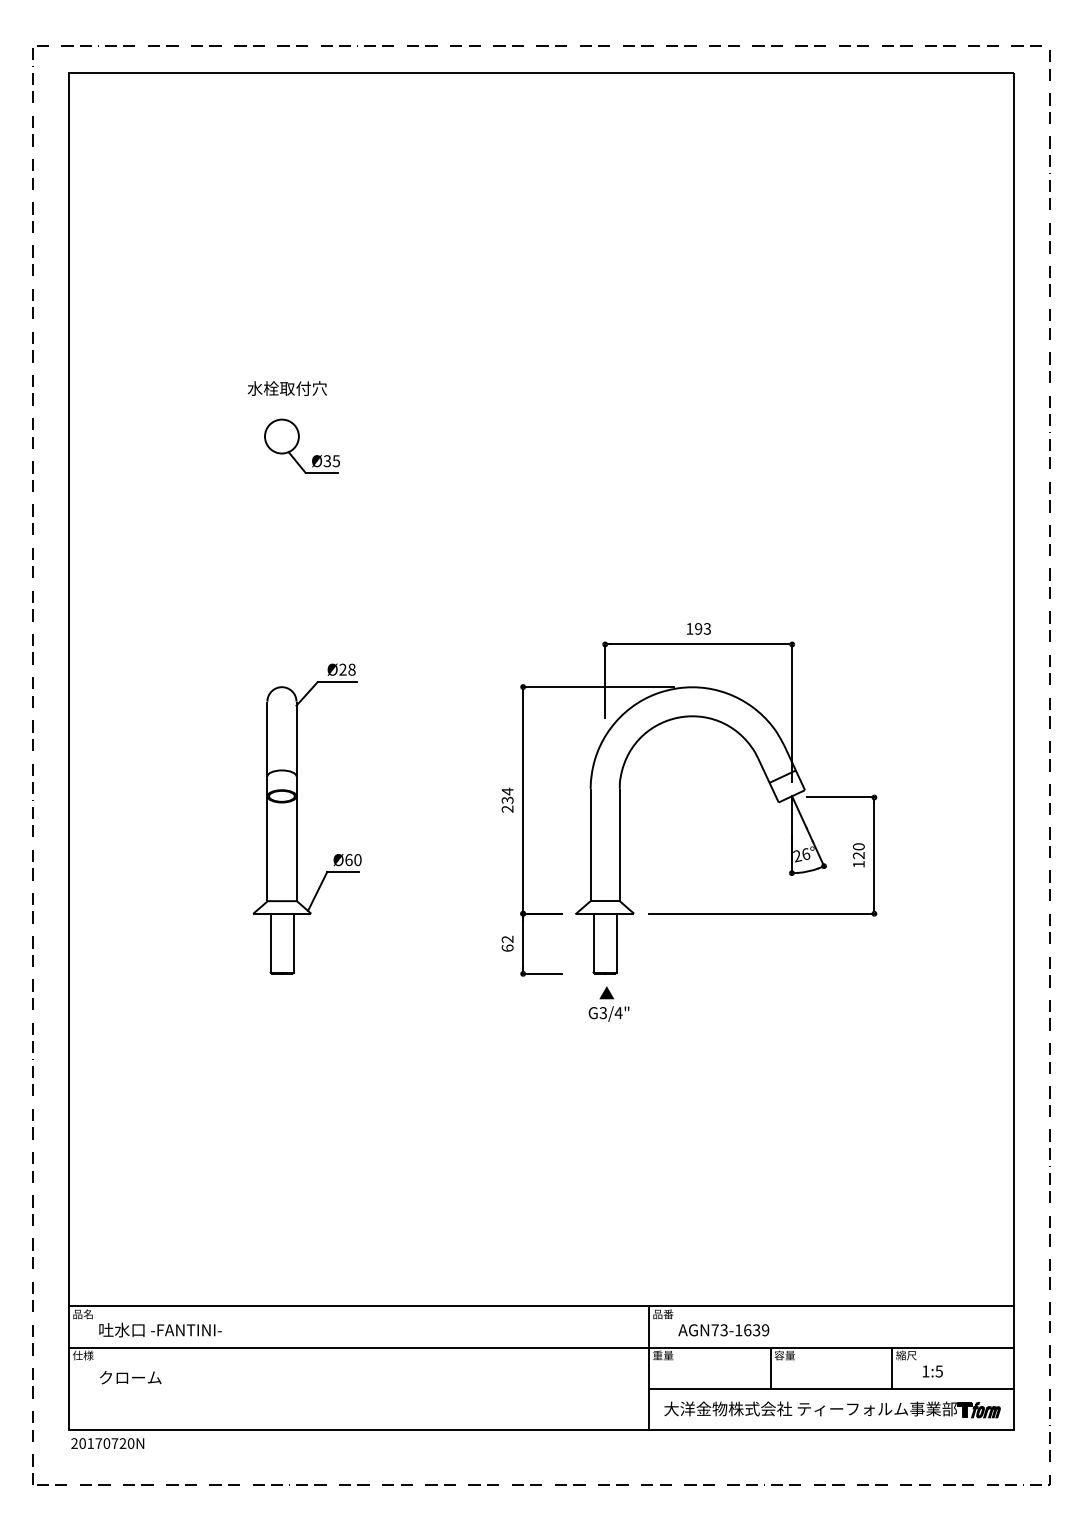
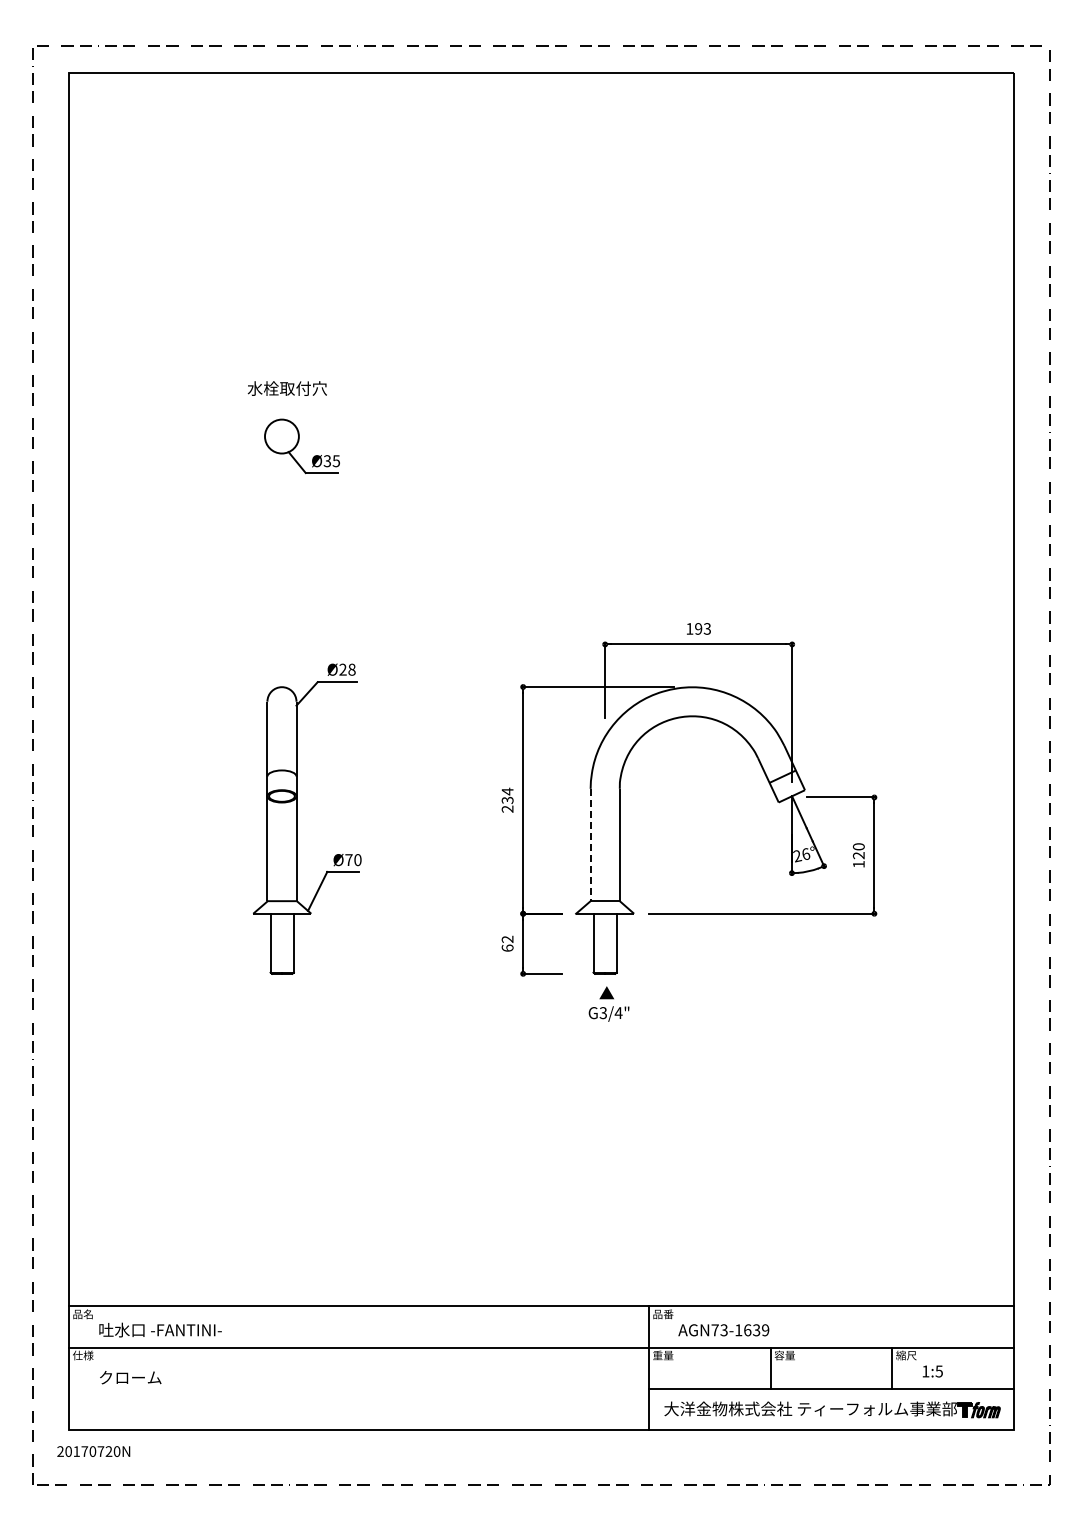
line at (590, 845): solid -> dashed
text at (348, 860): Ø60 -> Ø70
text at (107, 1443) position: (107, 1443) -> (93, 1451)
